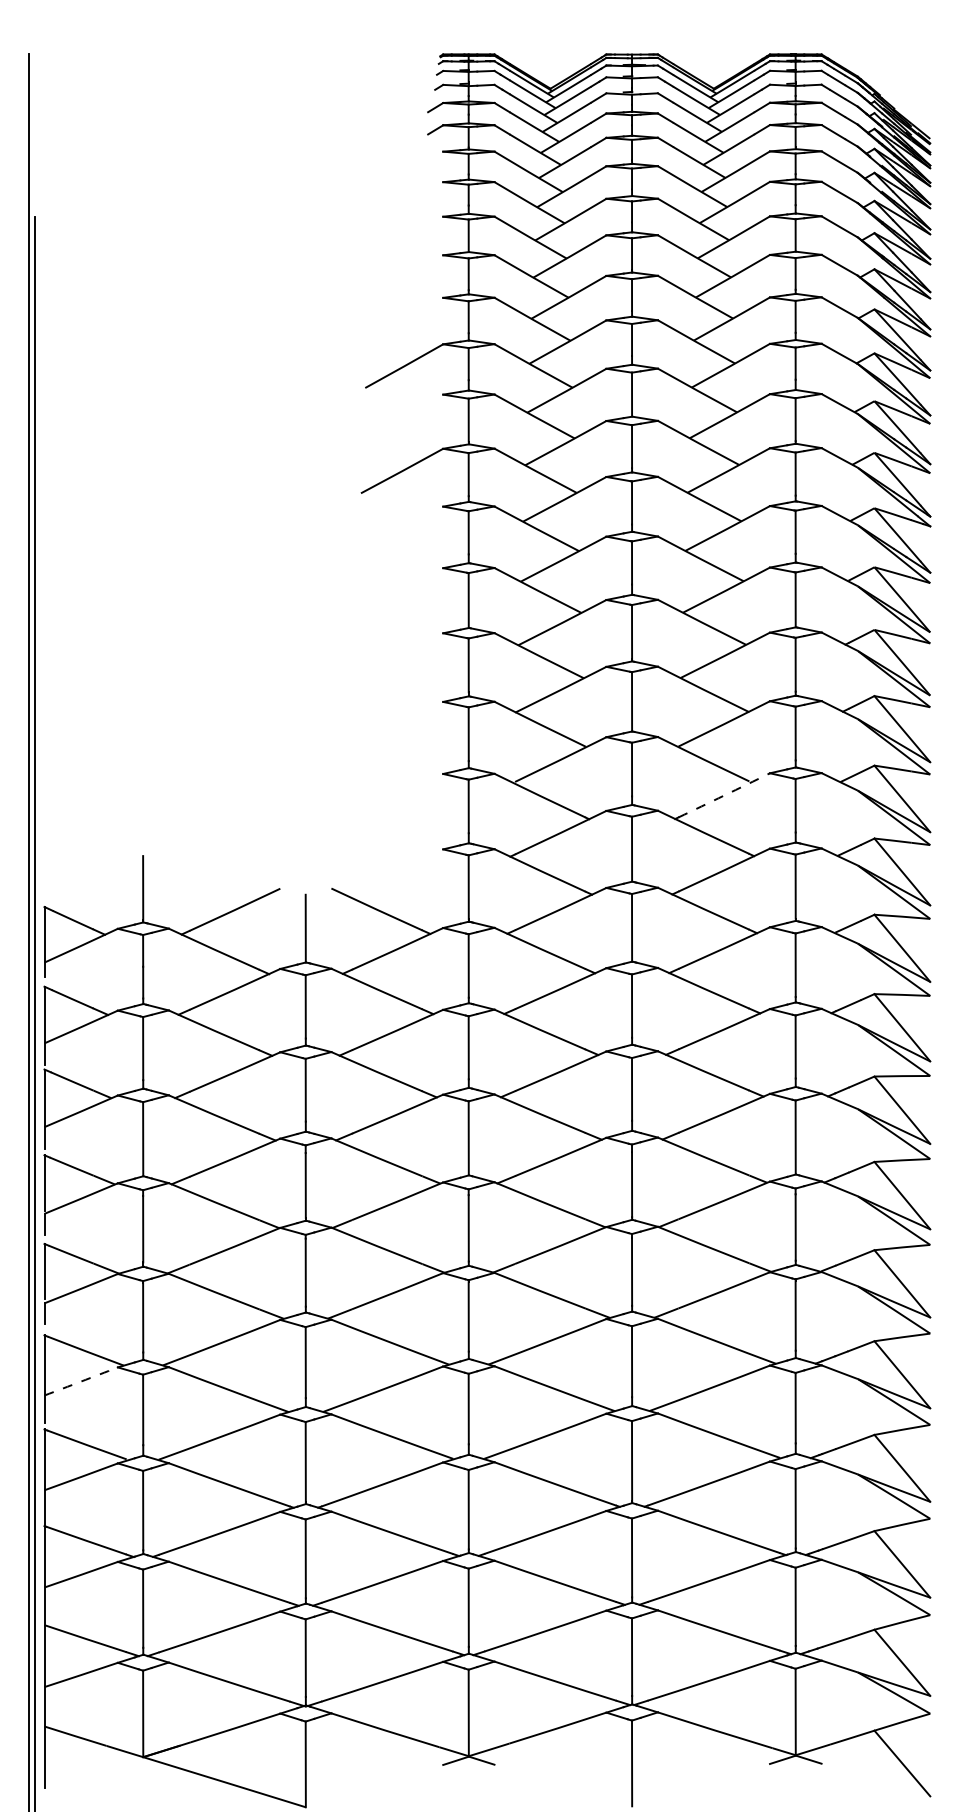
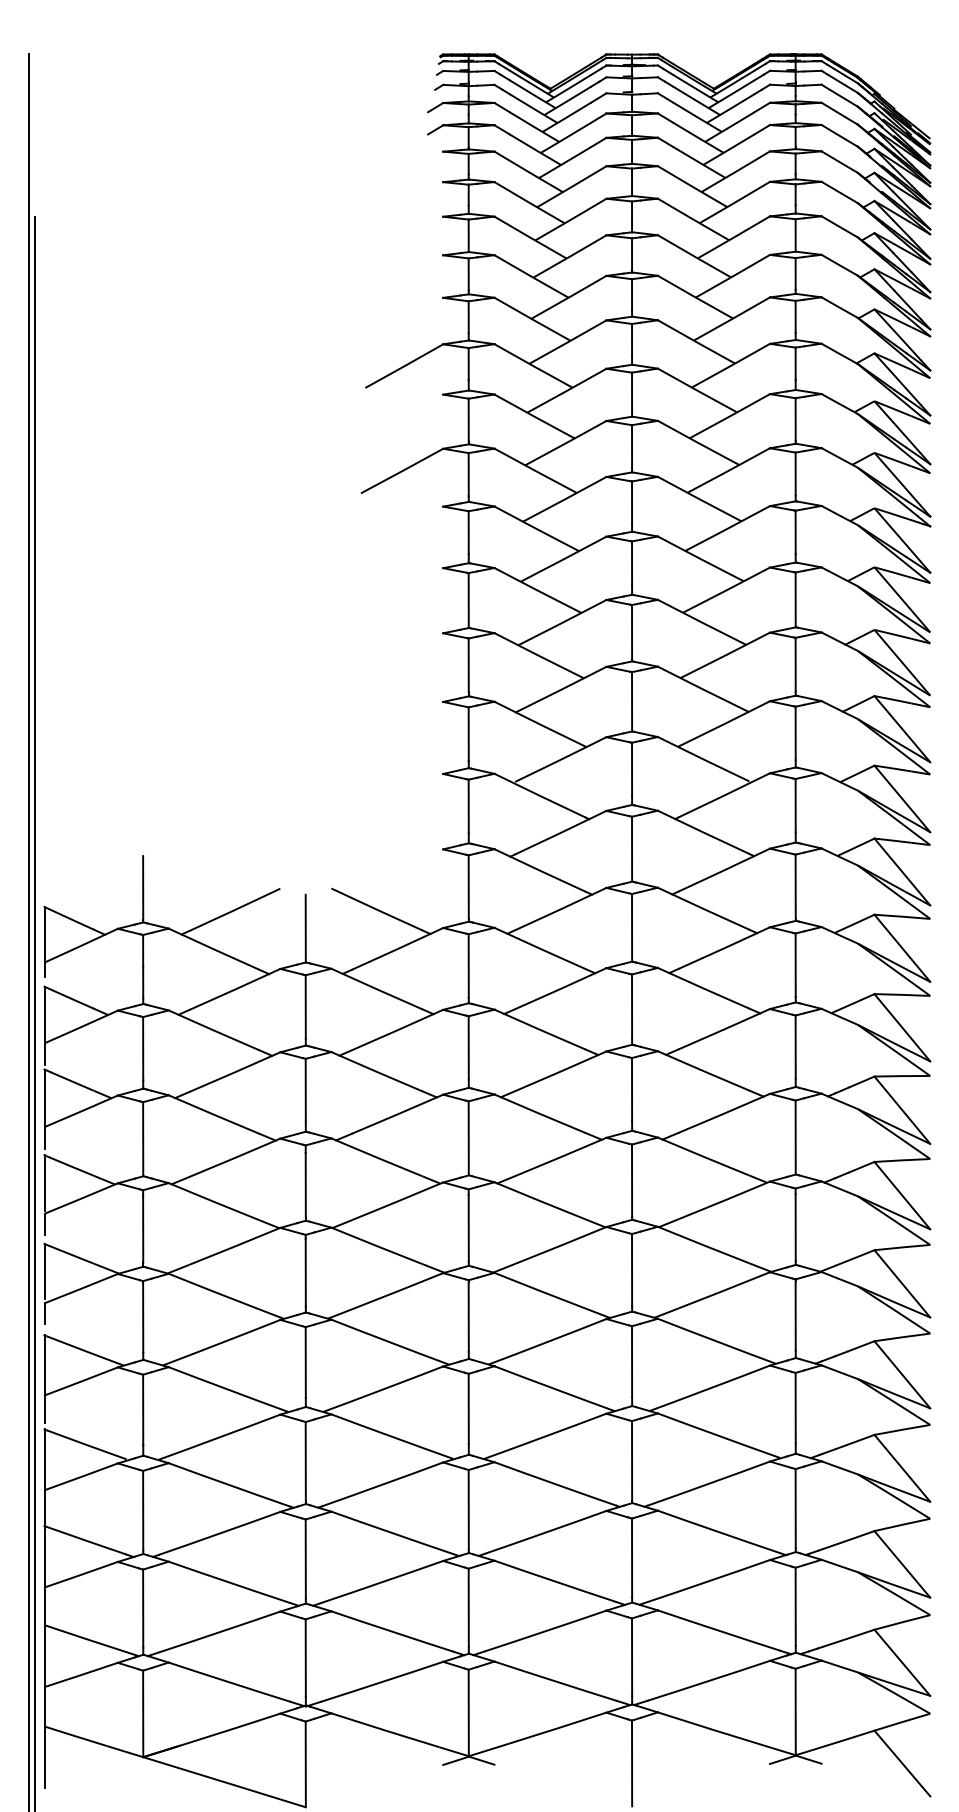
arc at (724, 795): dashed -> solid
arc at (81, 1381): dashed -> solid
